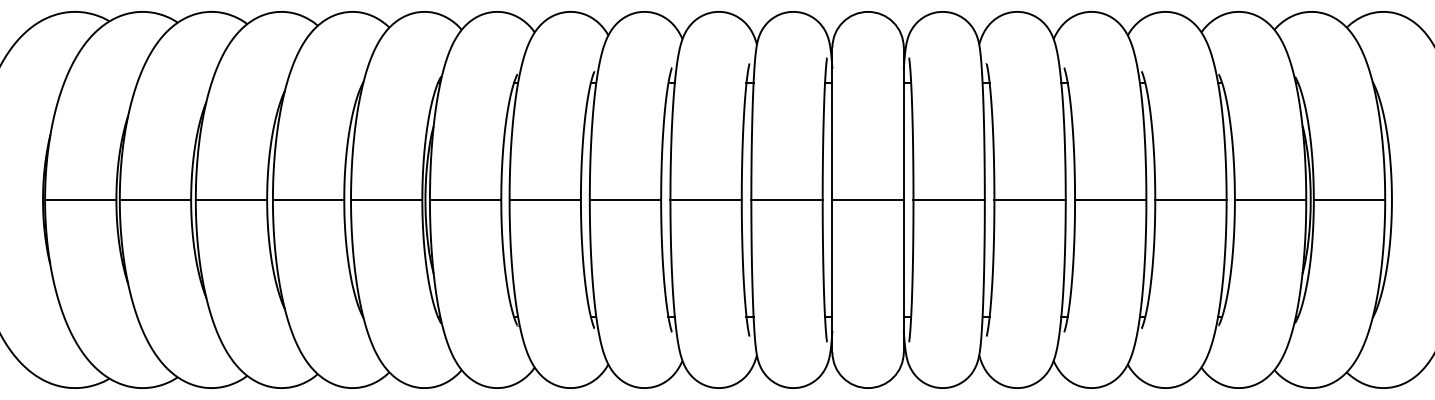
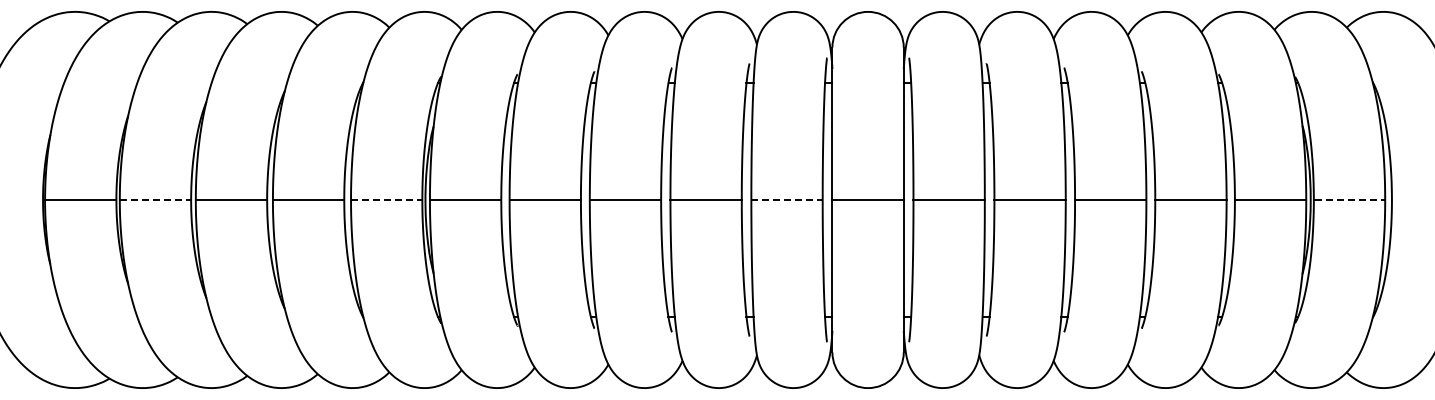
line at (155, 200): solid -> dashed
line at (386, 200): solid -> dashed
line at (787, 200): solid -> dashed
line at (1350, 200): solid -> dashed
